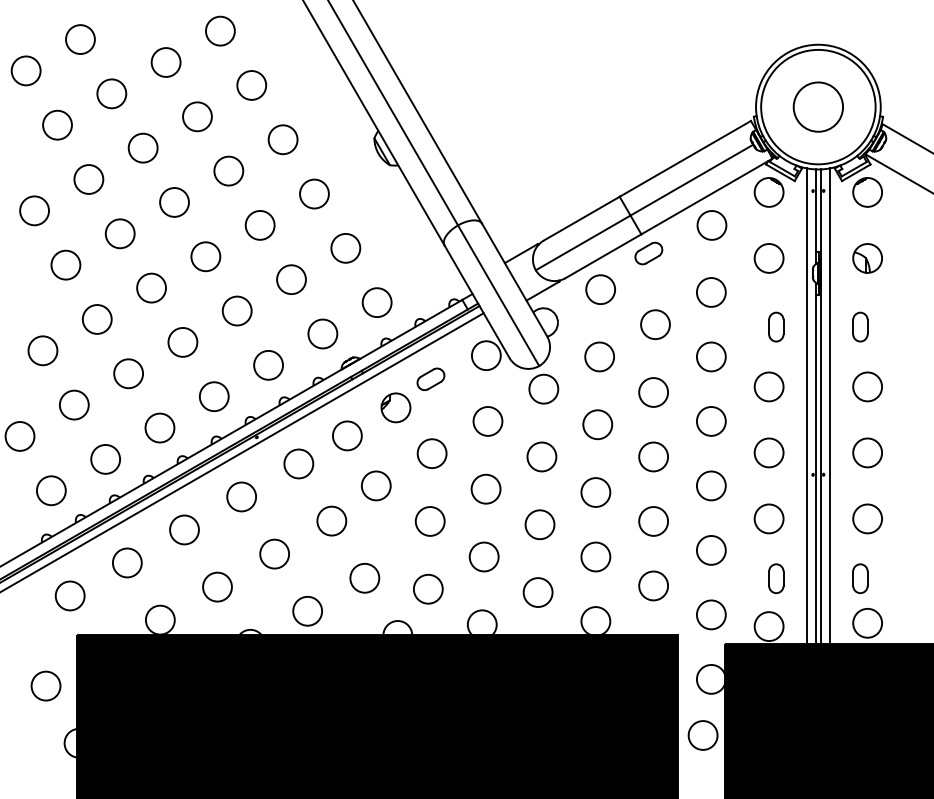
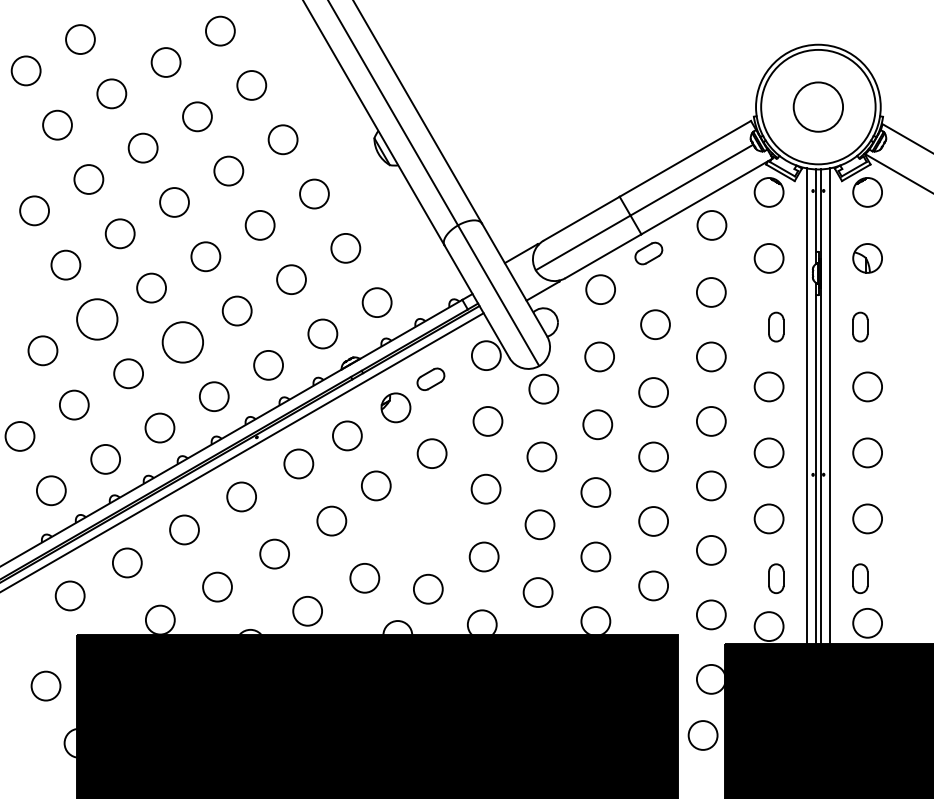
circle at (96, 319) diameter: 29 px -> 40 px
circle at (182, 341) diameter: 29 px -> 40 px
circle at (429, 521): present -> none
